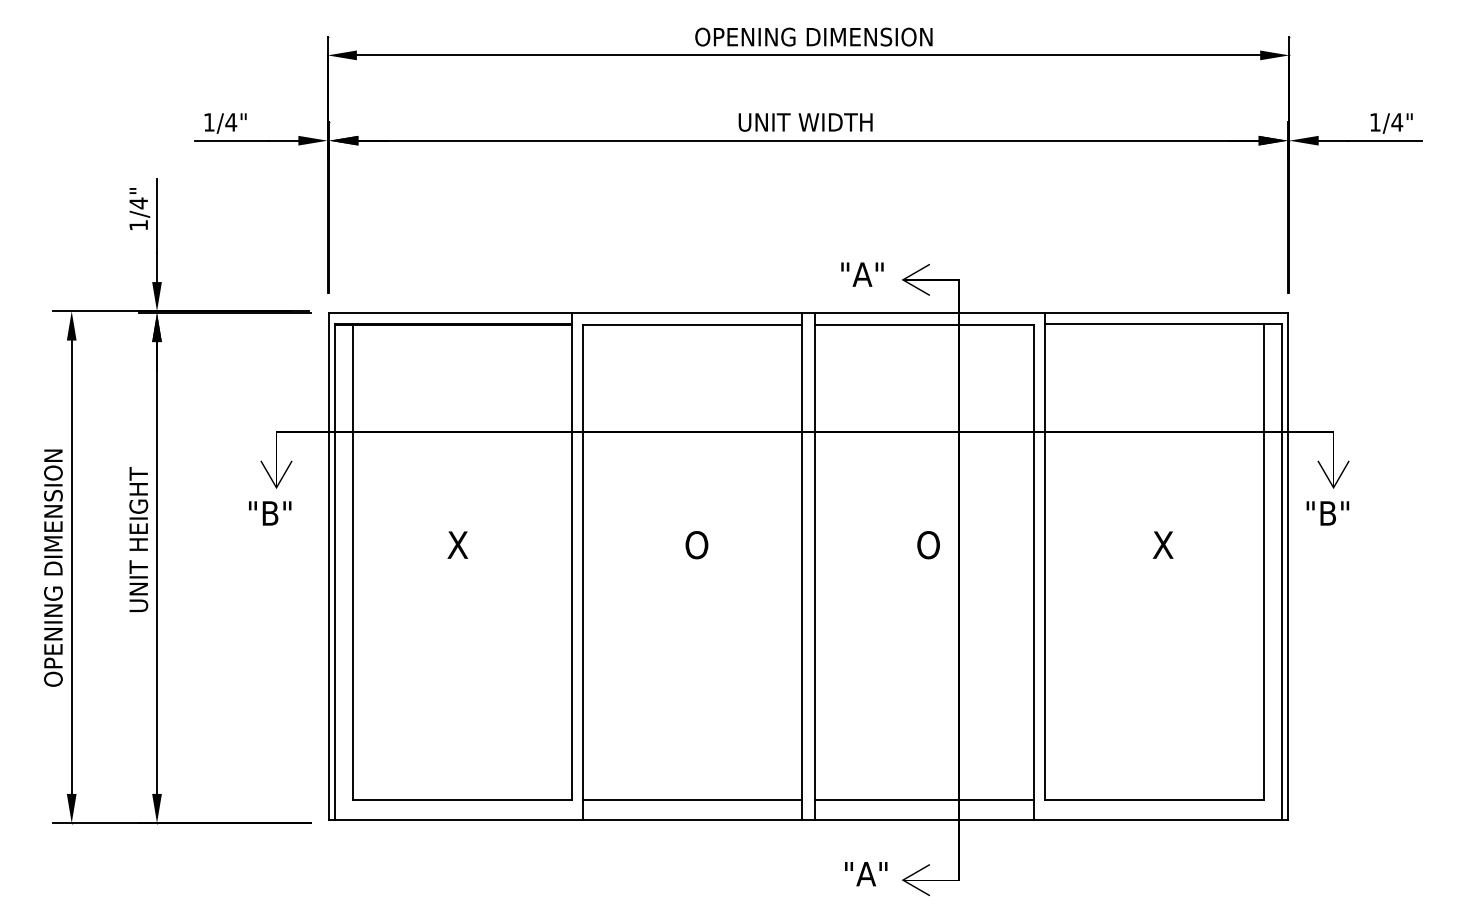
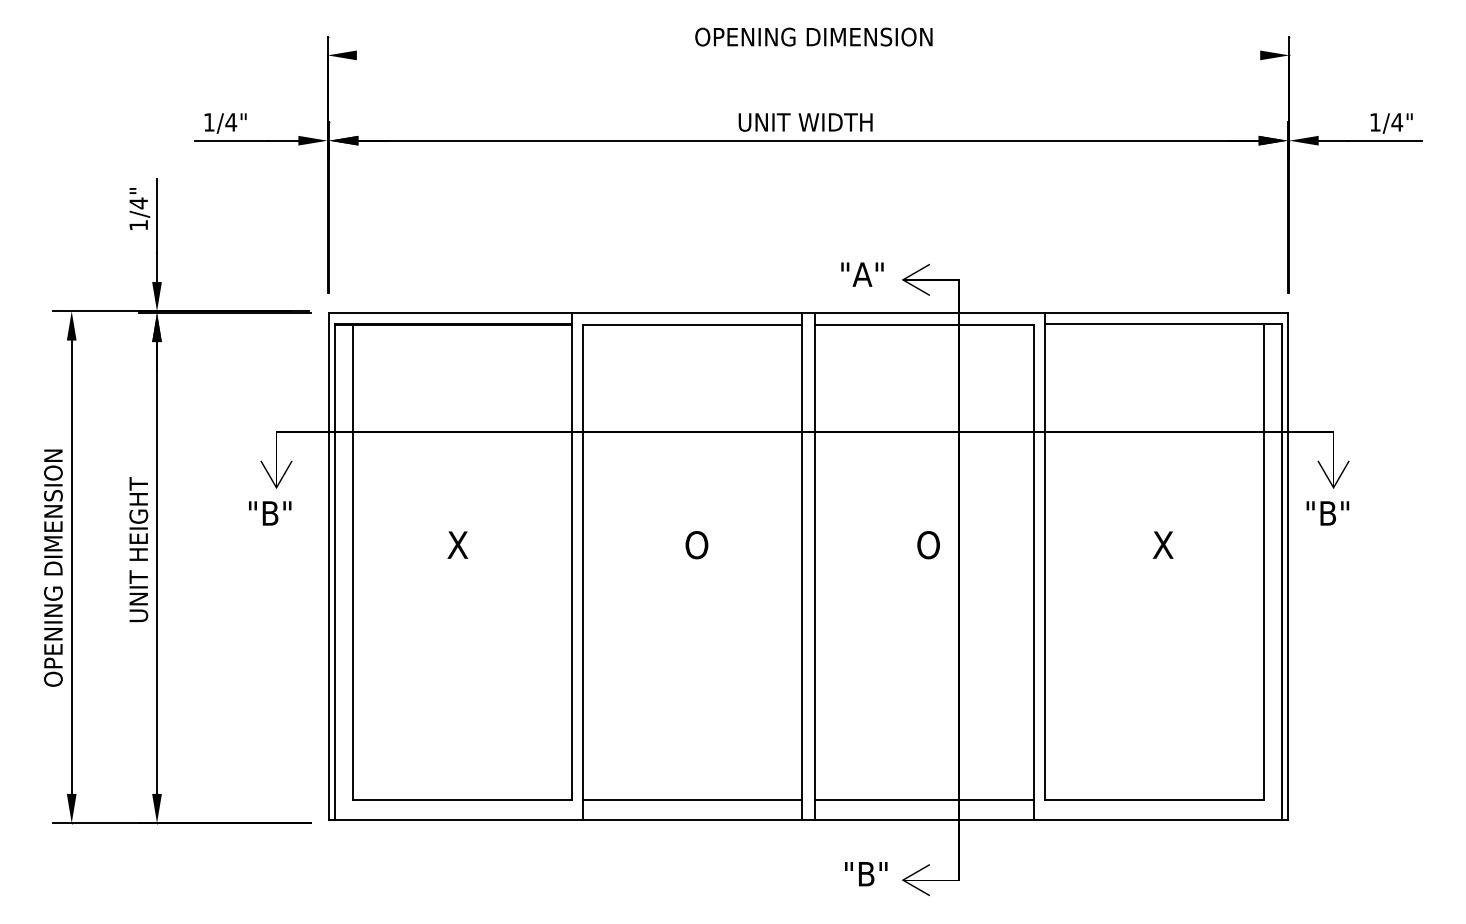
line at (808, 55): present -> none
text at (138, 539) position: (138, 539) -> (138, 549)
text at (865, 874): "A" -> "B"
